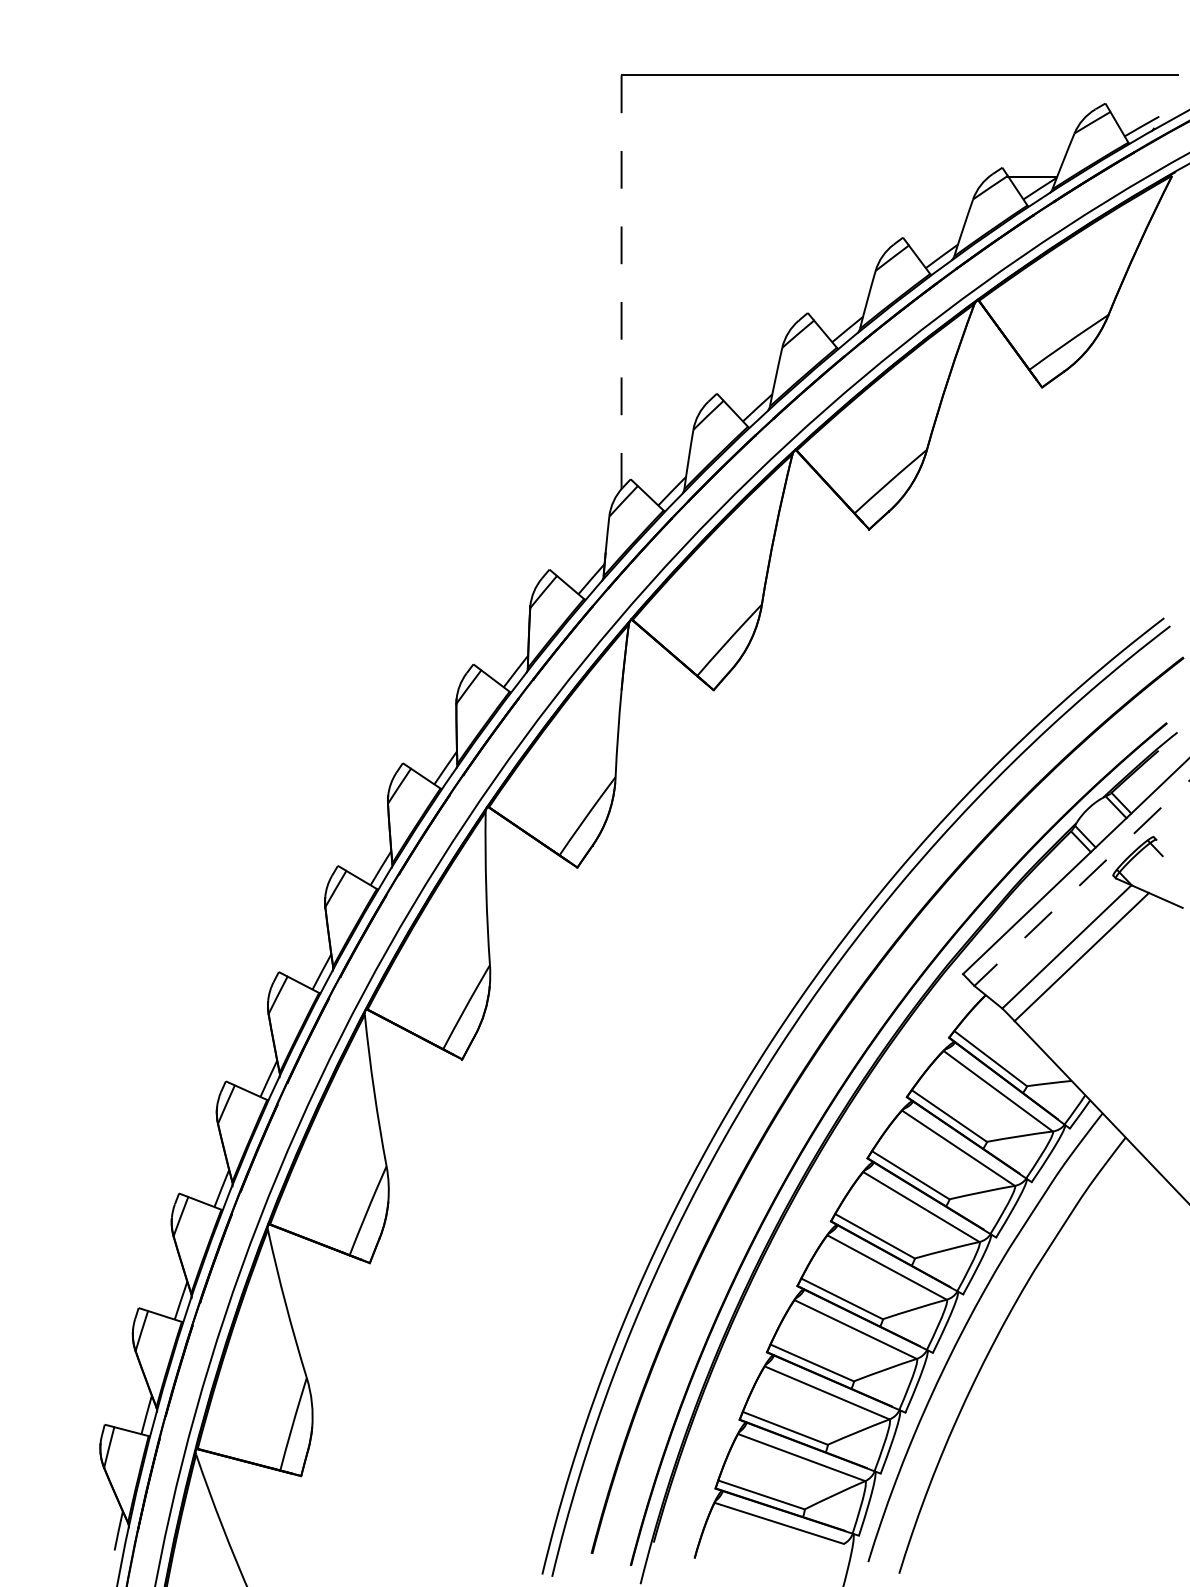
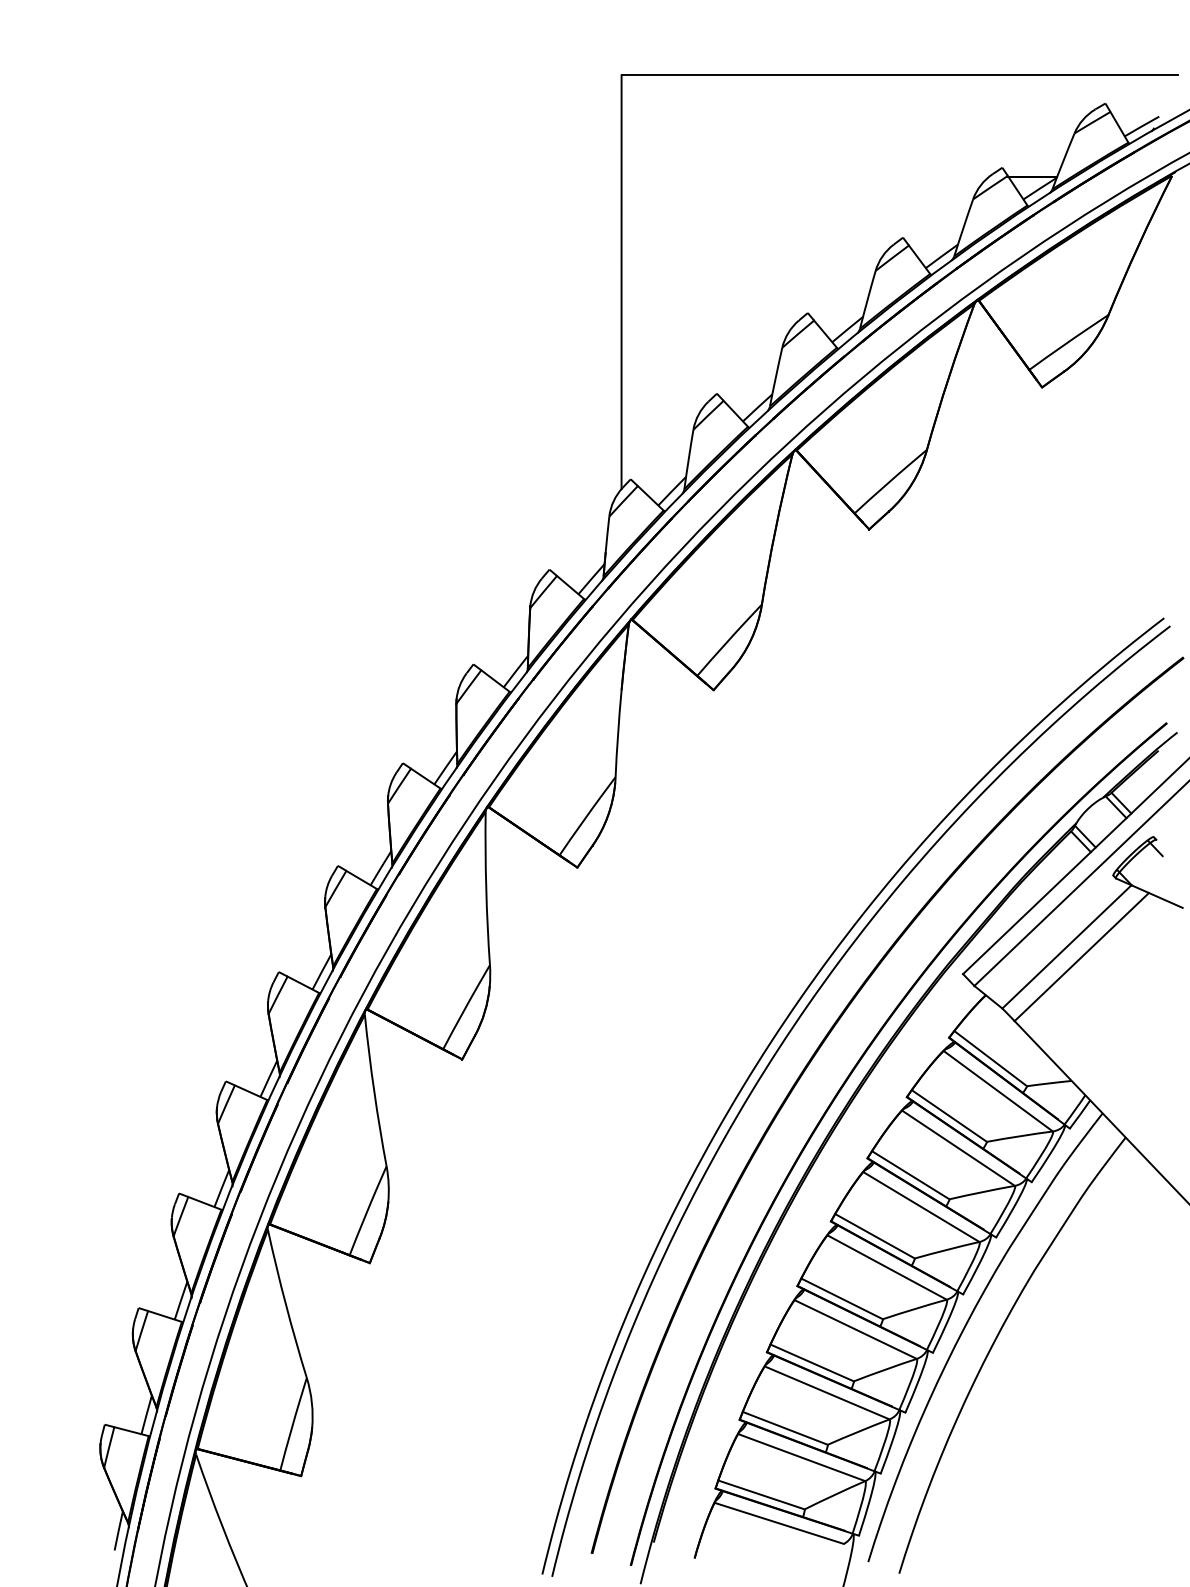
line at (621, 282): dashed -> solid
line at (1082, 883): dashed -> solid
